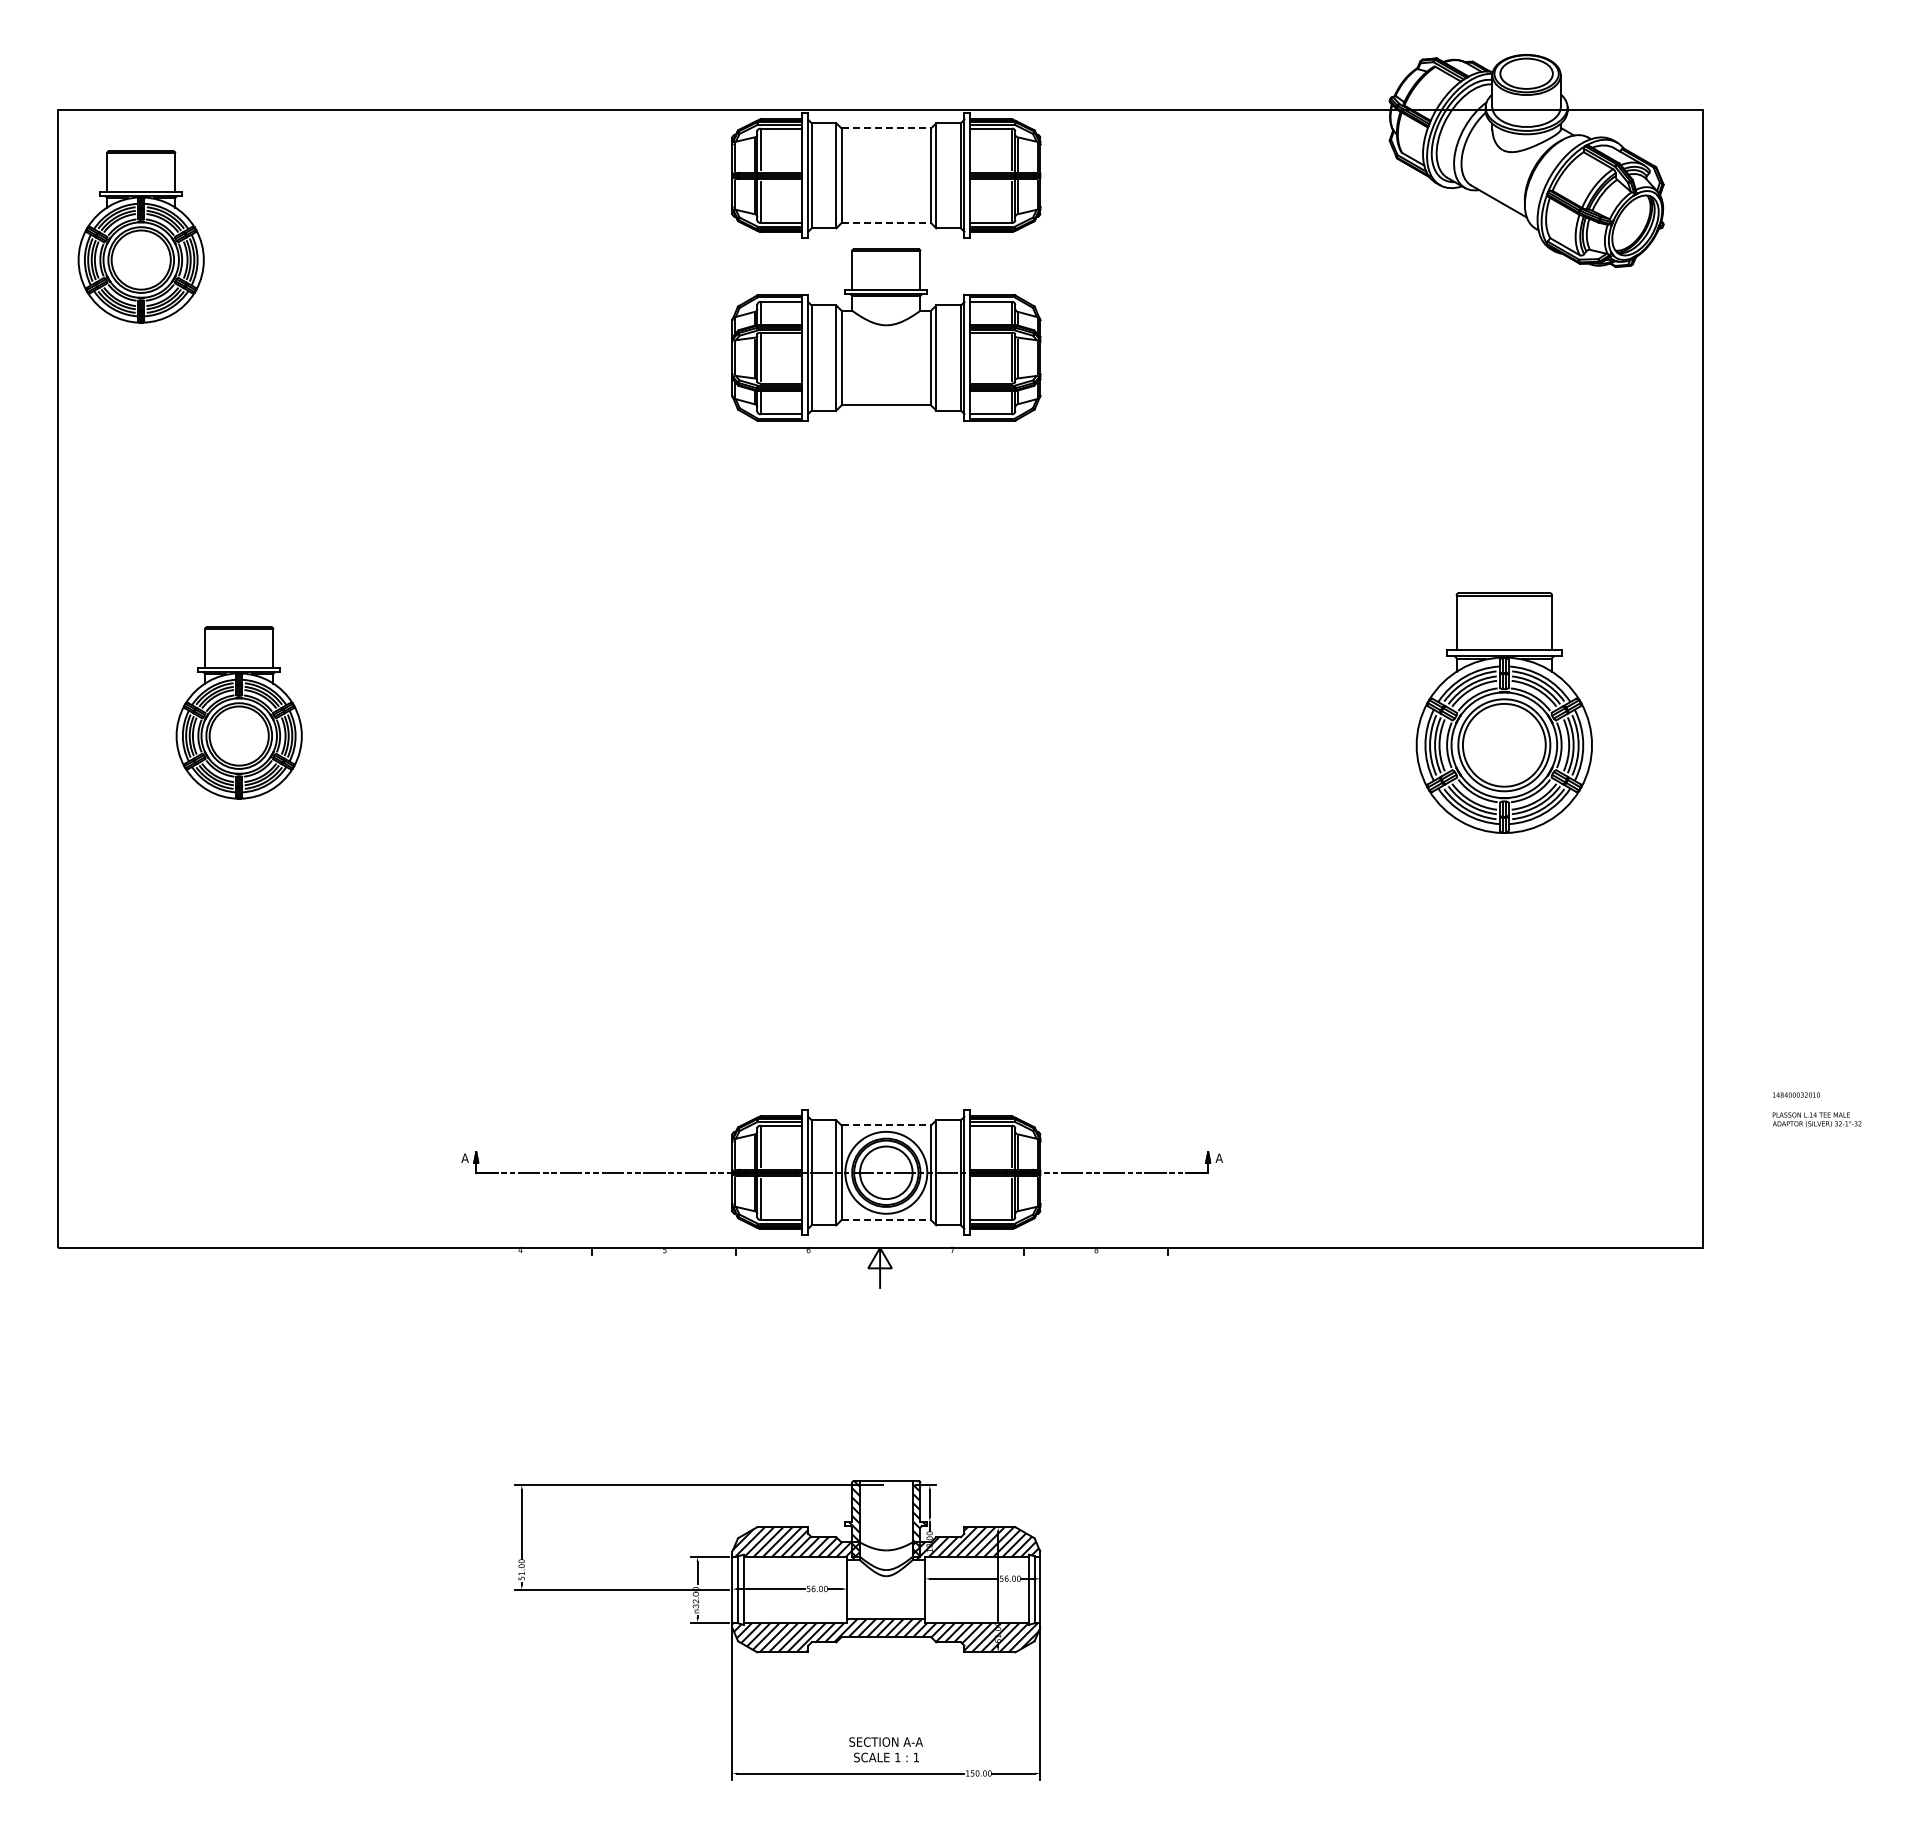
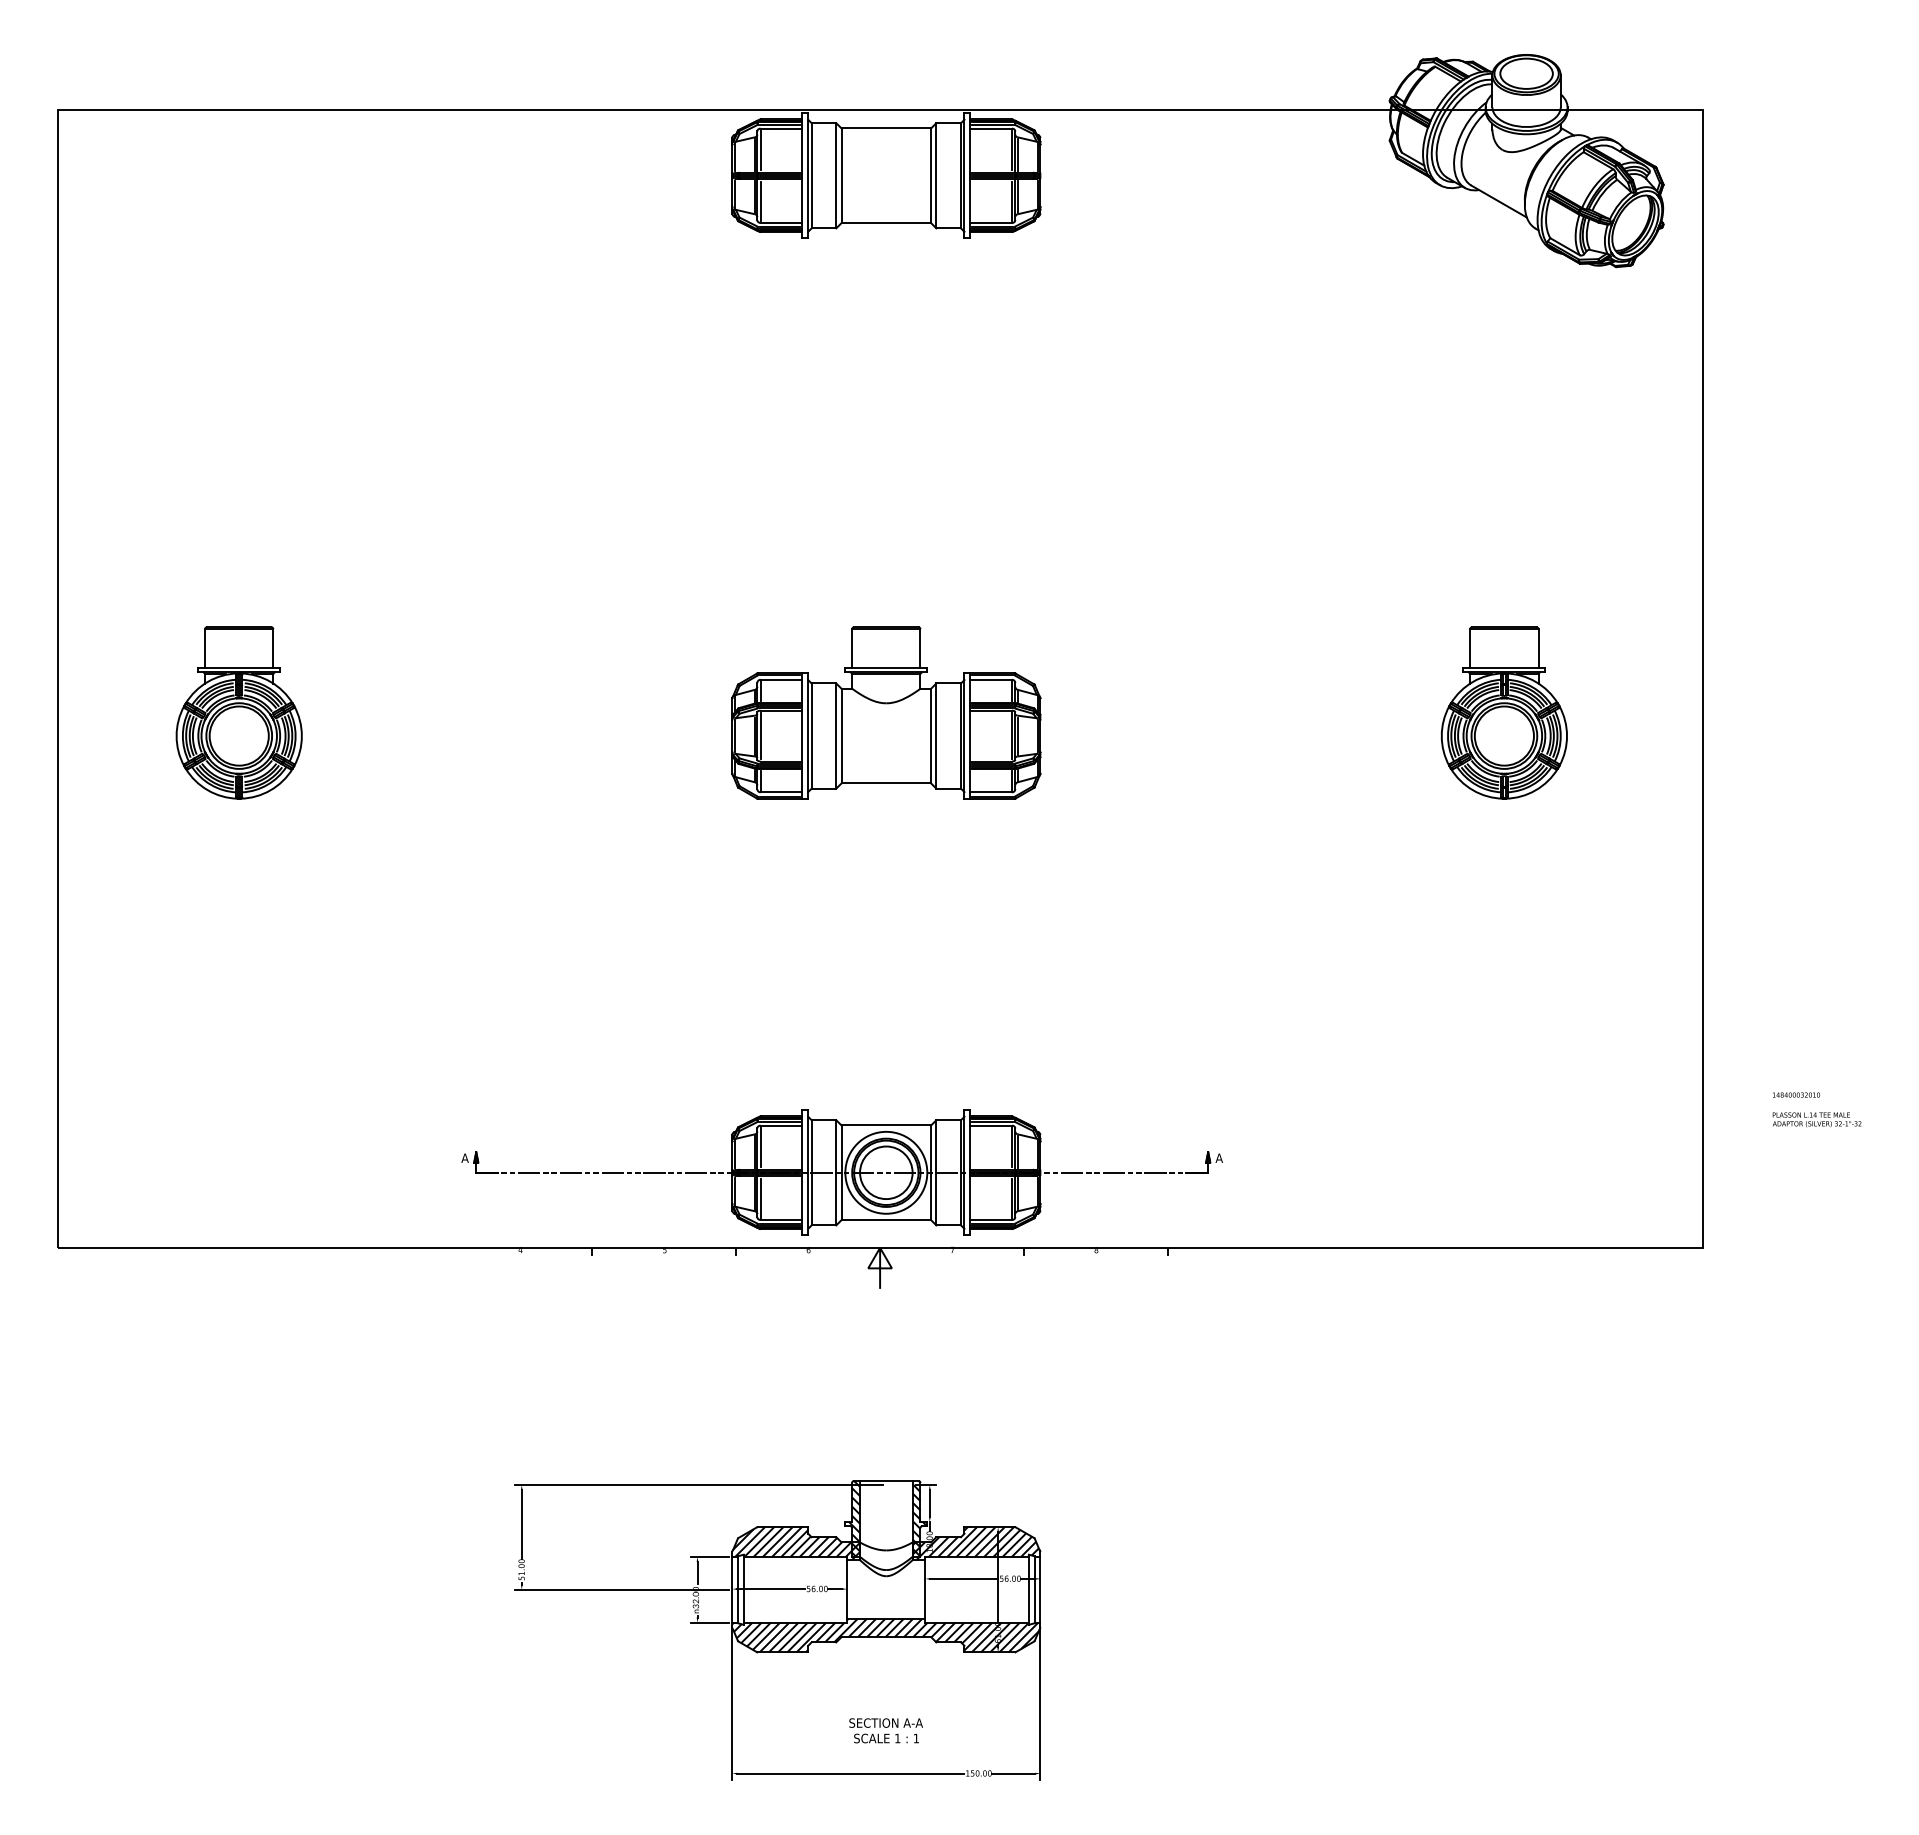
line at (886, 128): dashed -> solid
line at (886, 223): dashed -> solid
part at (140, 236): present -> none
part at (886, 334) position: (886, 334) -> (886, 712)
part at (1503, 712) size: 178x242 px -> 127x174 px
line at (886, 1125): dashed -> solid
line at (886, 1220): dashed -> solid
text at (885, 1749) position: (885, 1749) -> (885, 1730)
